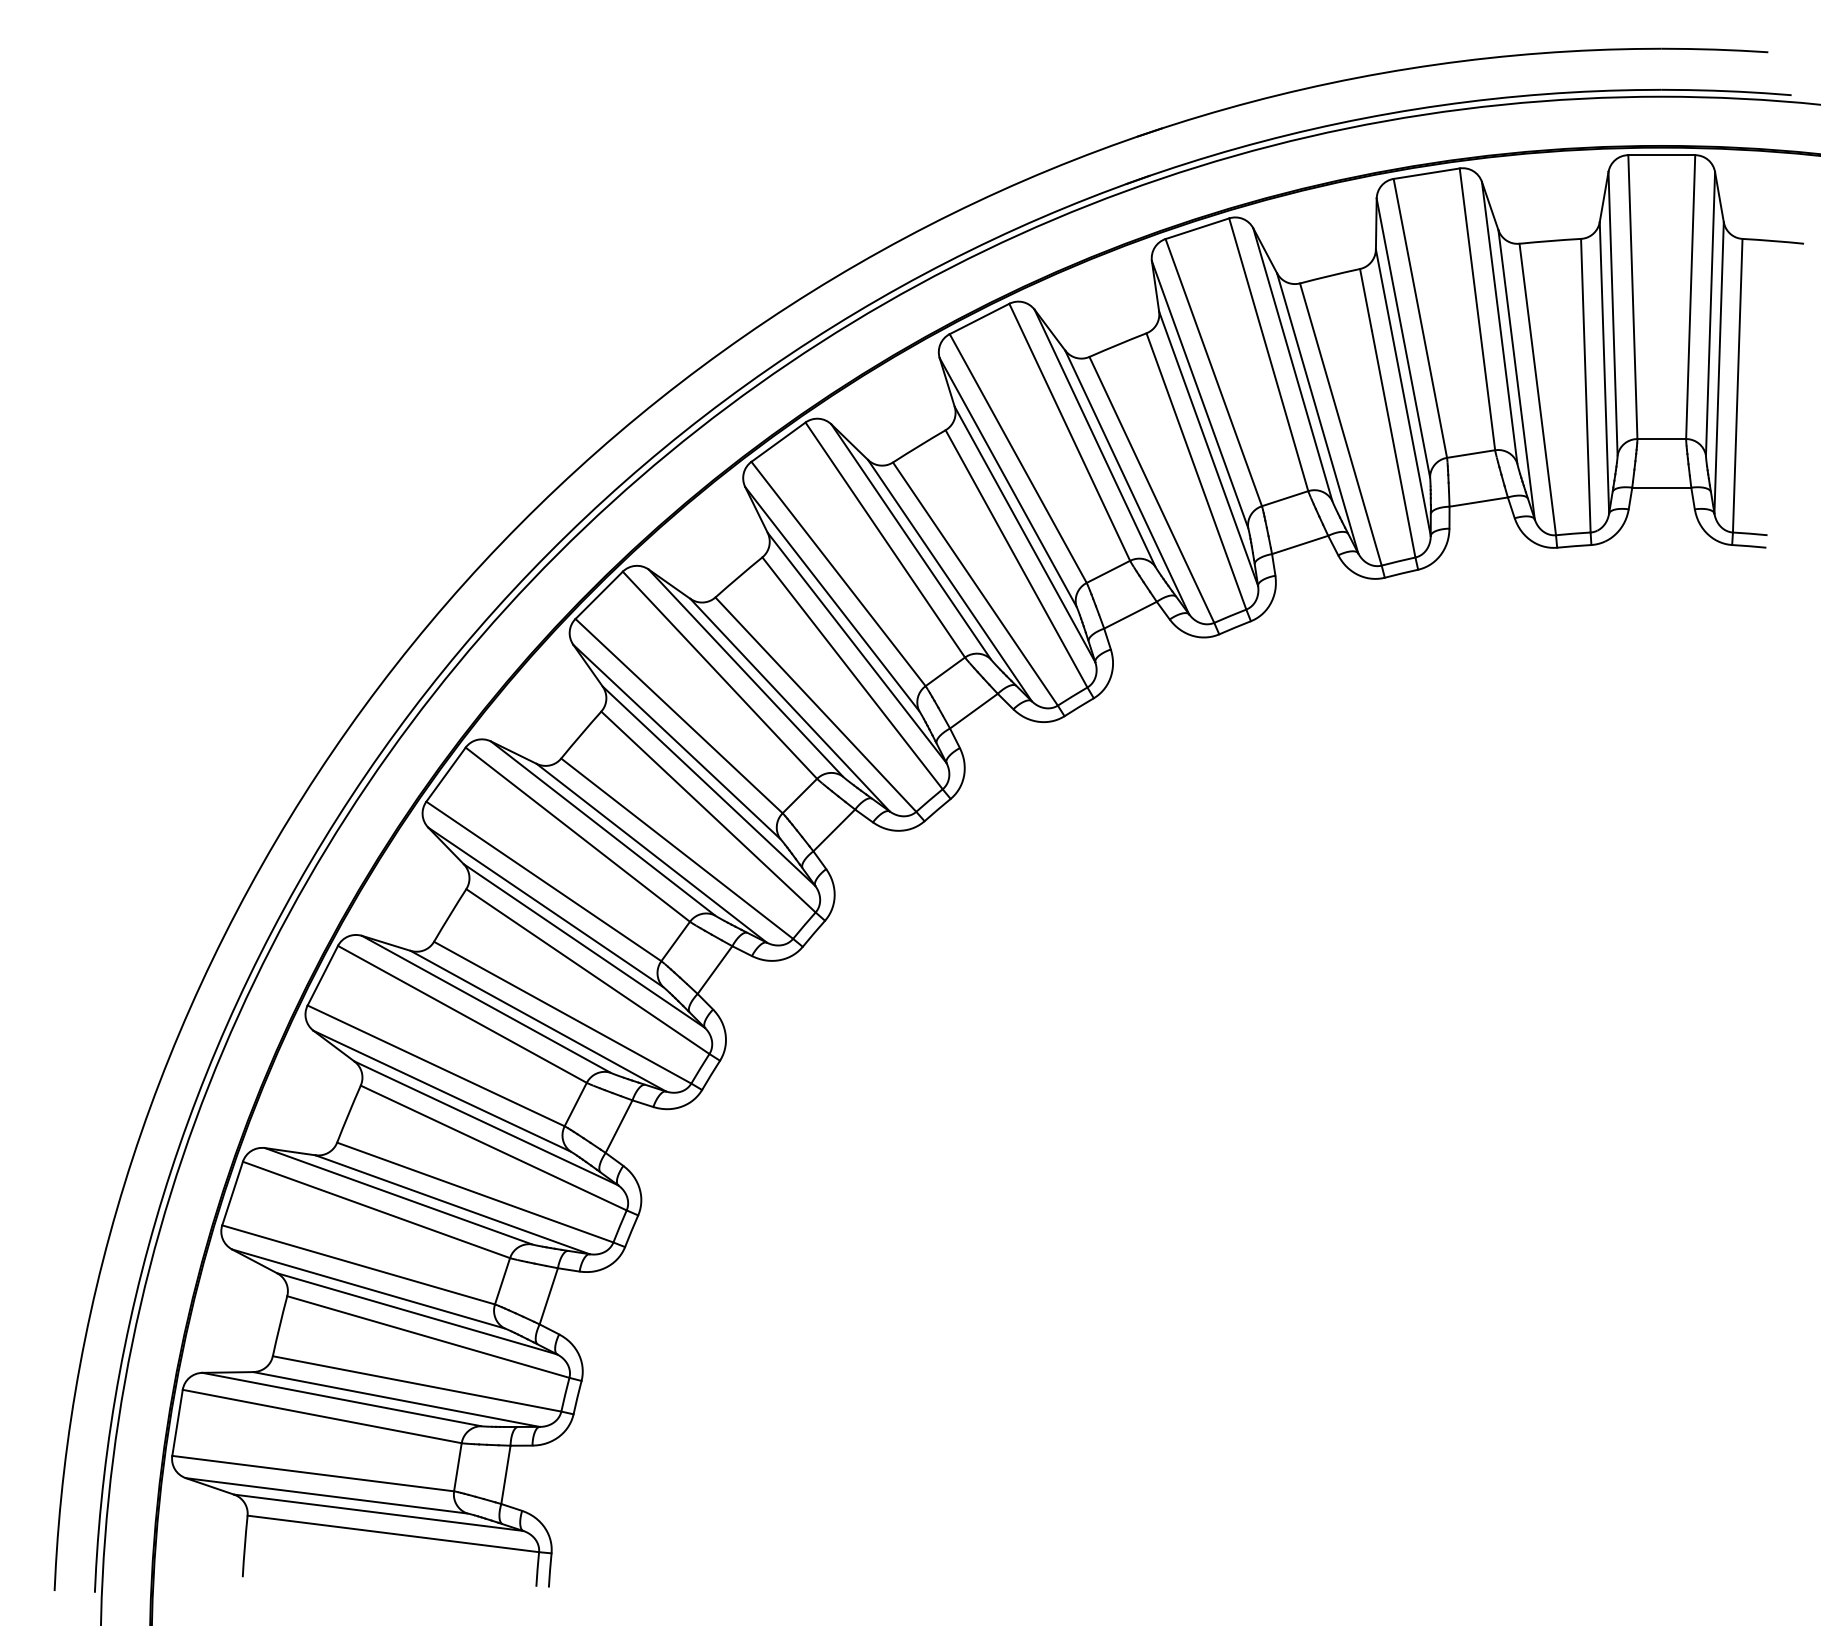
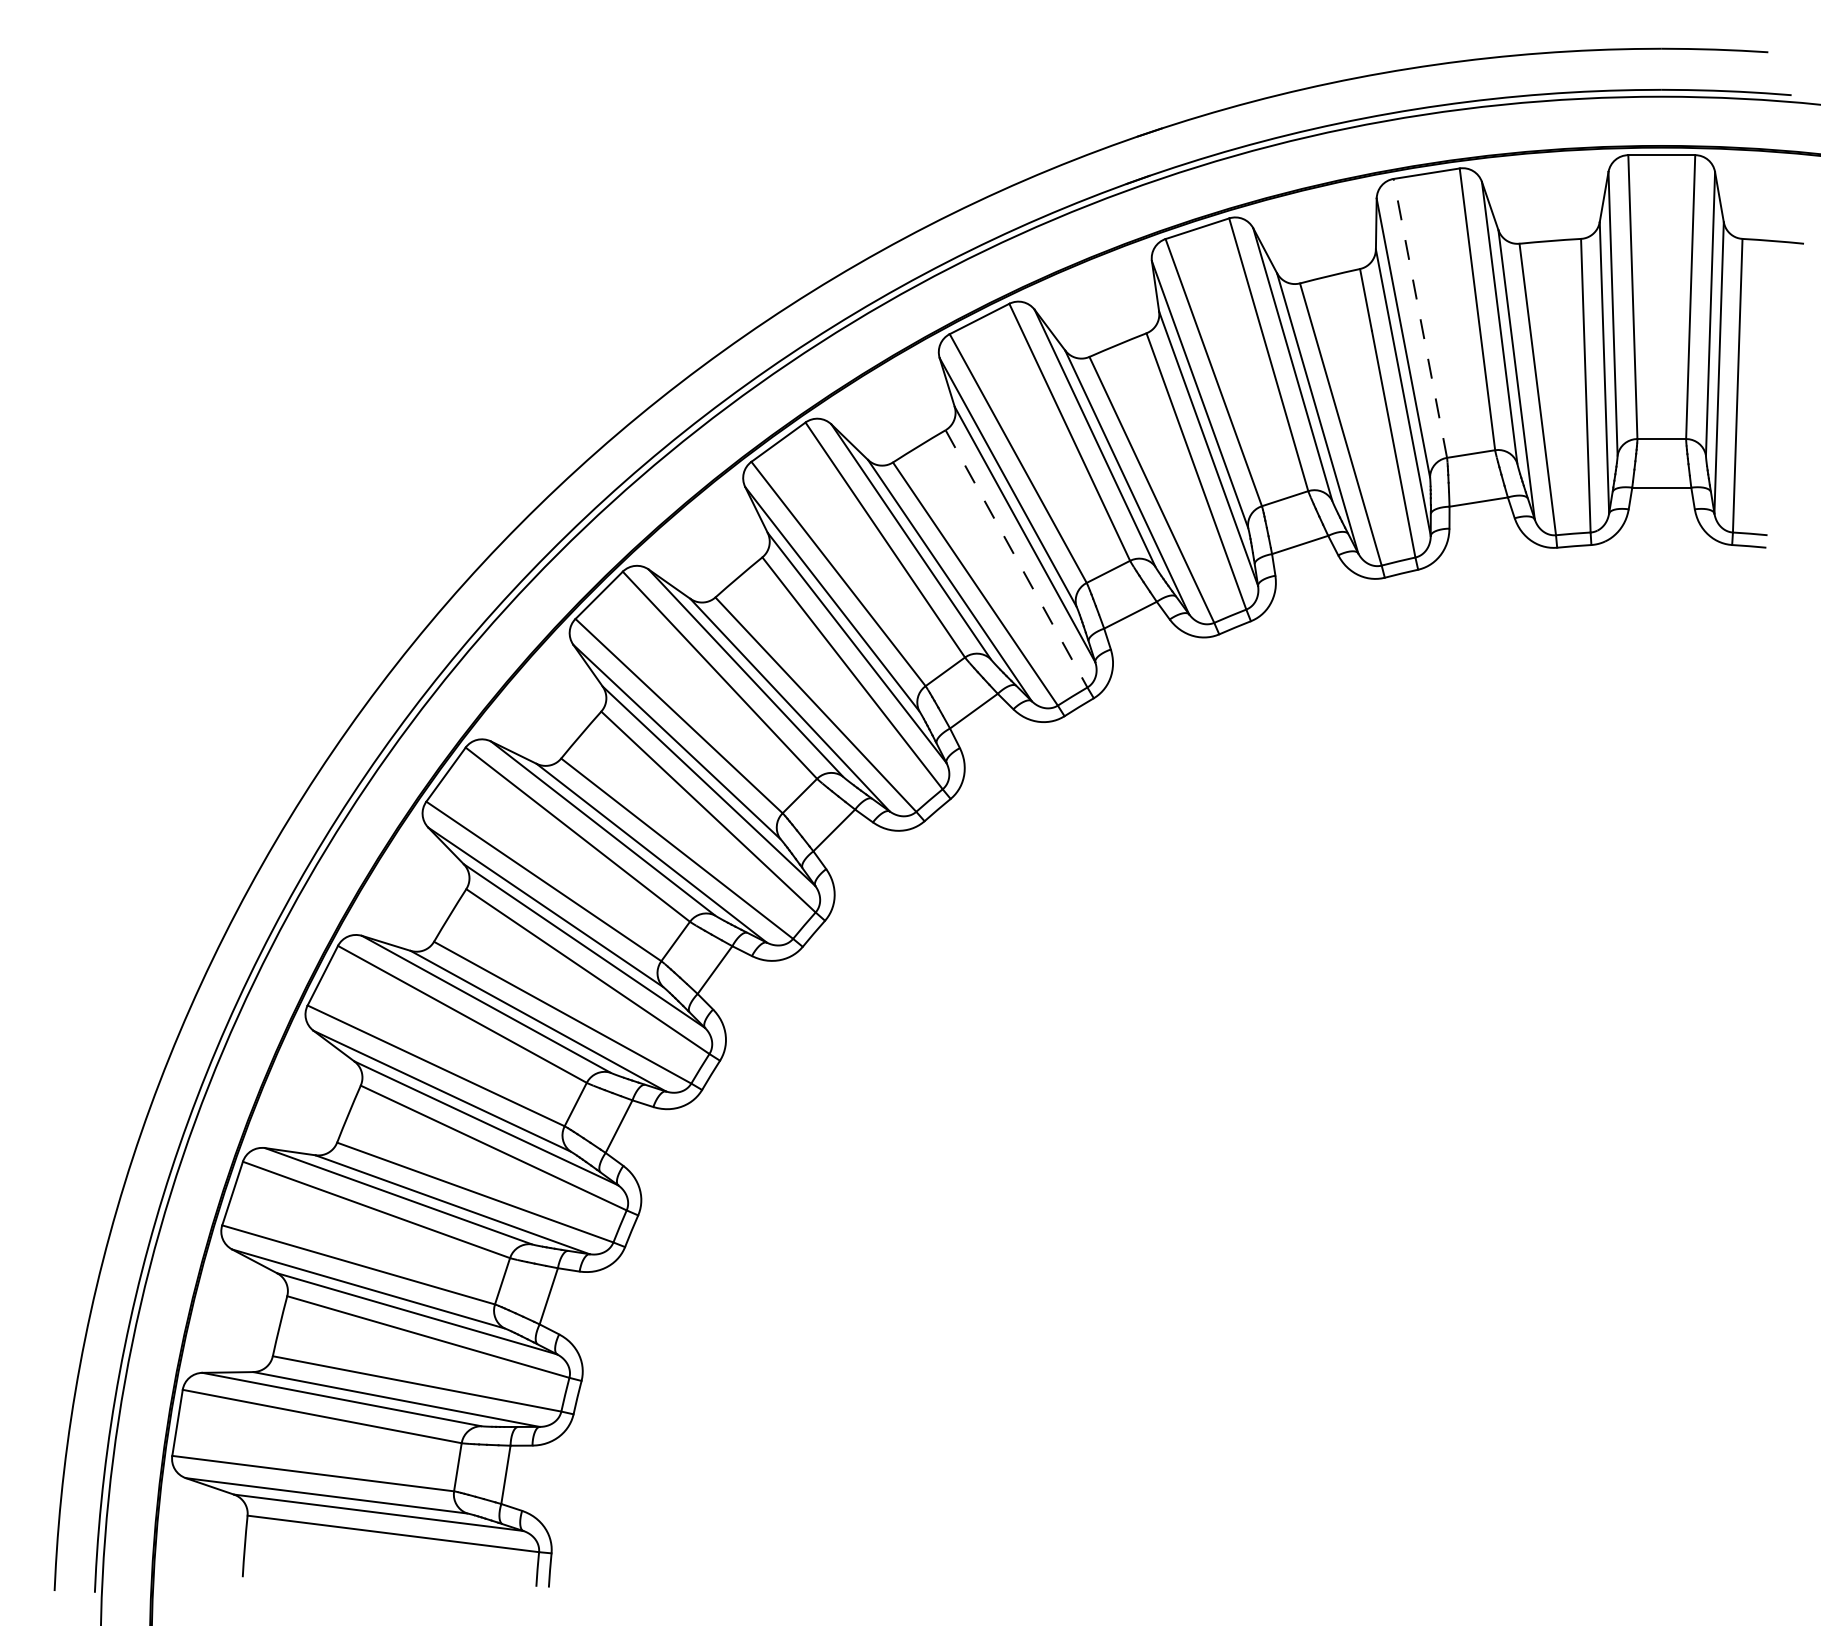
line at (1420, 318): solid -> dashed
line at (1016, 558): solid -> dashed
